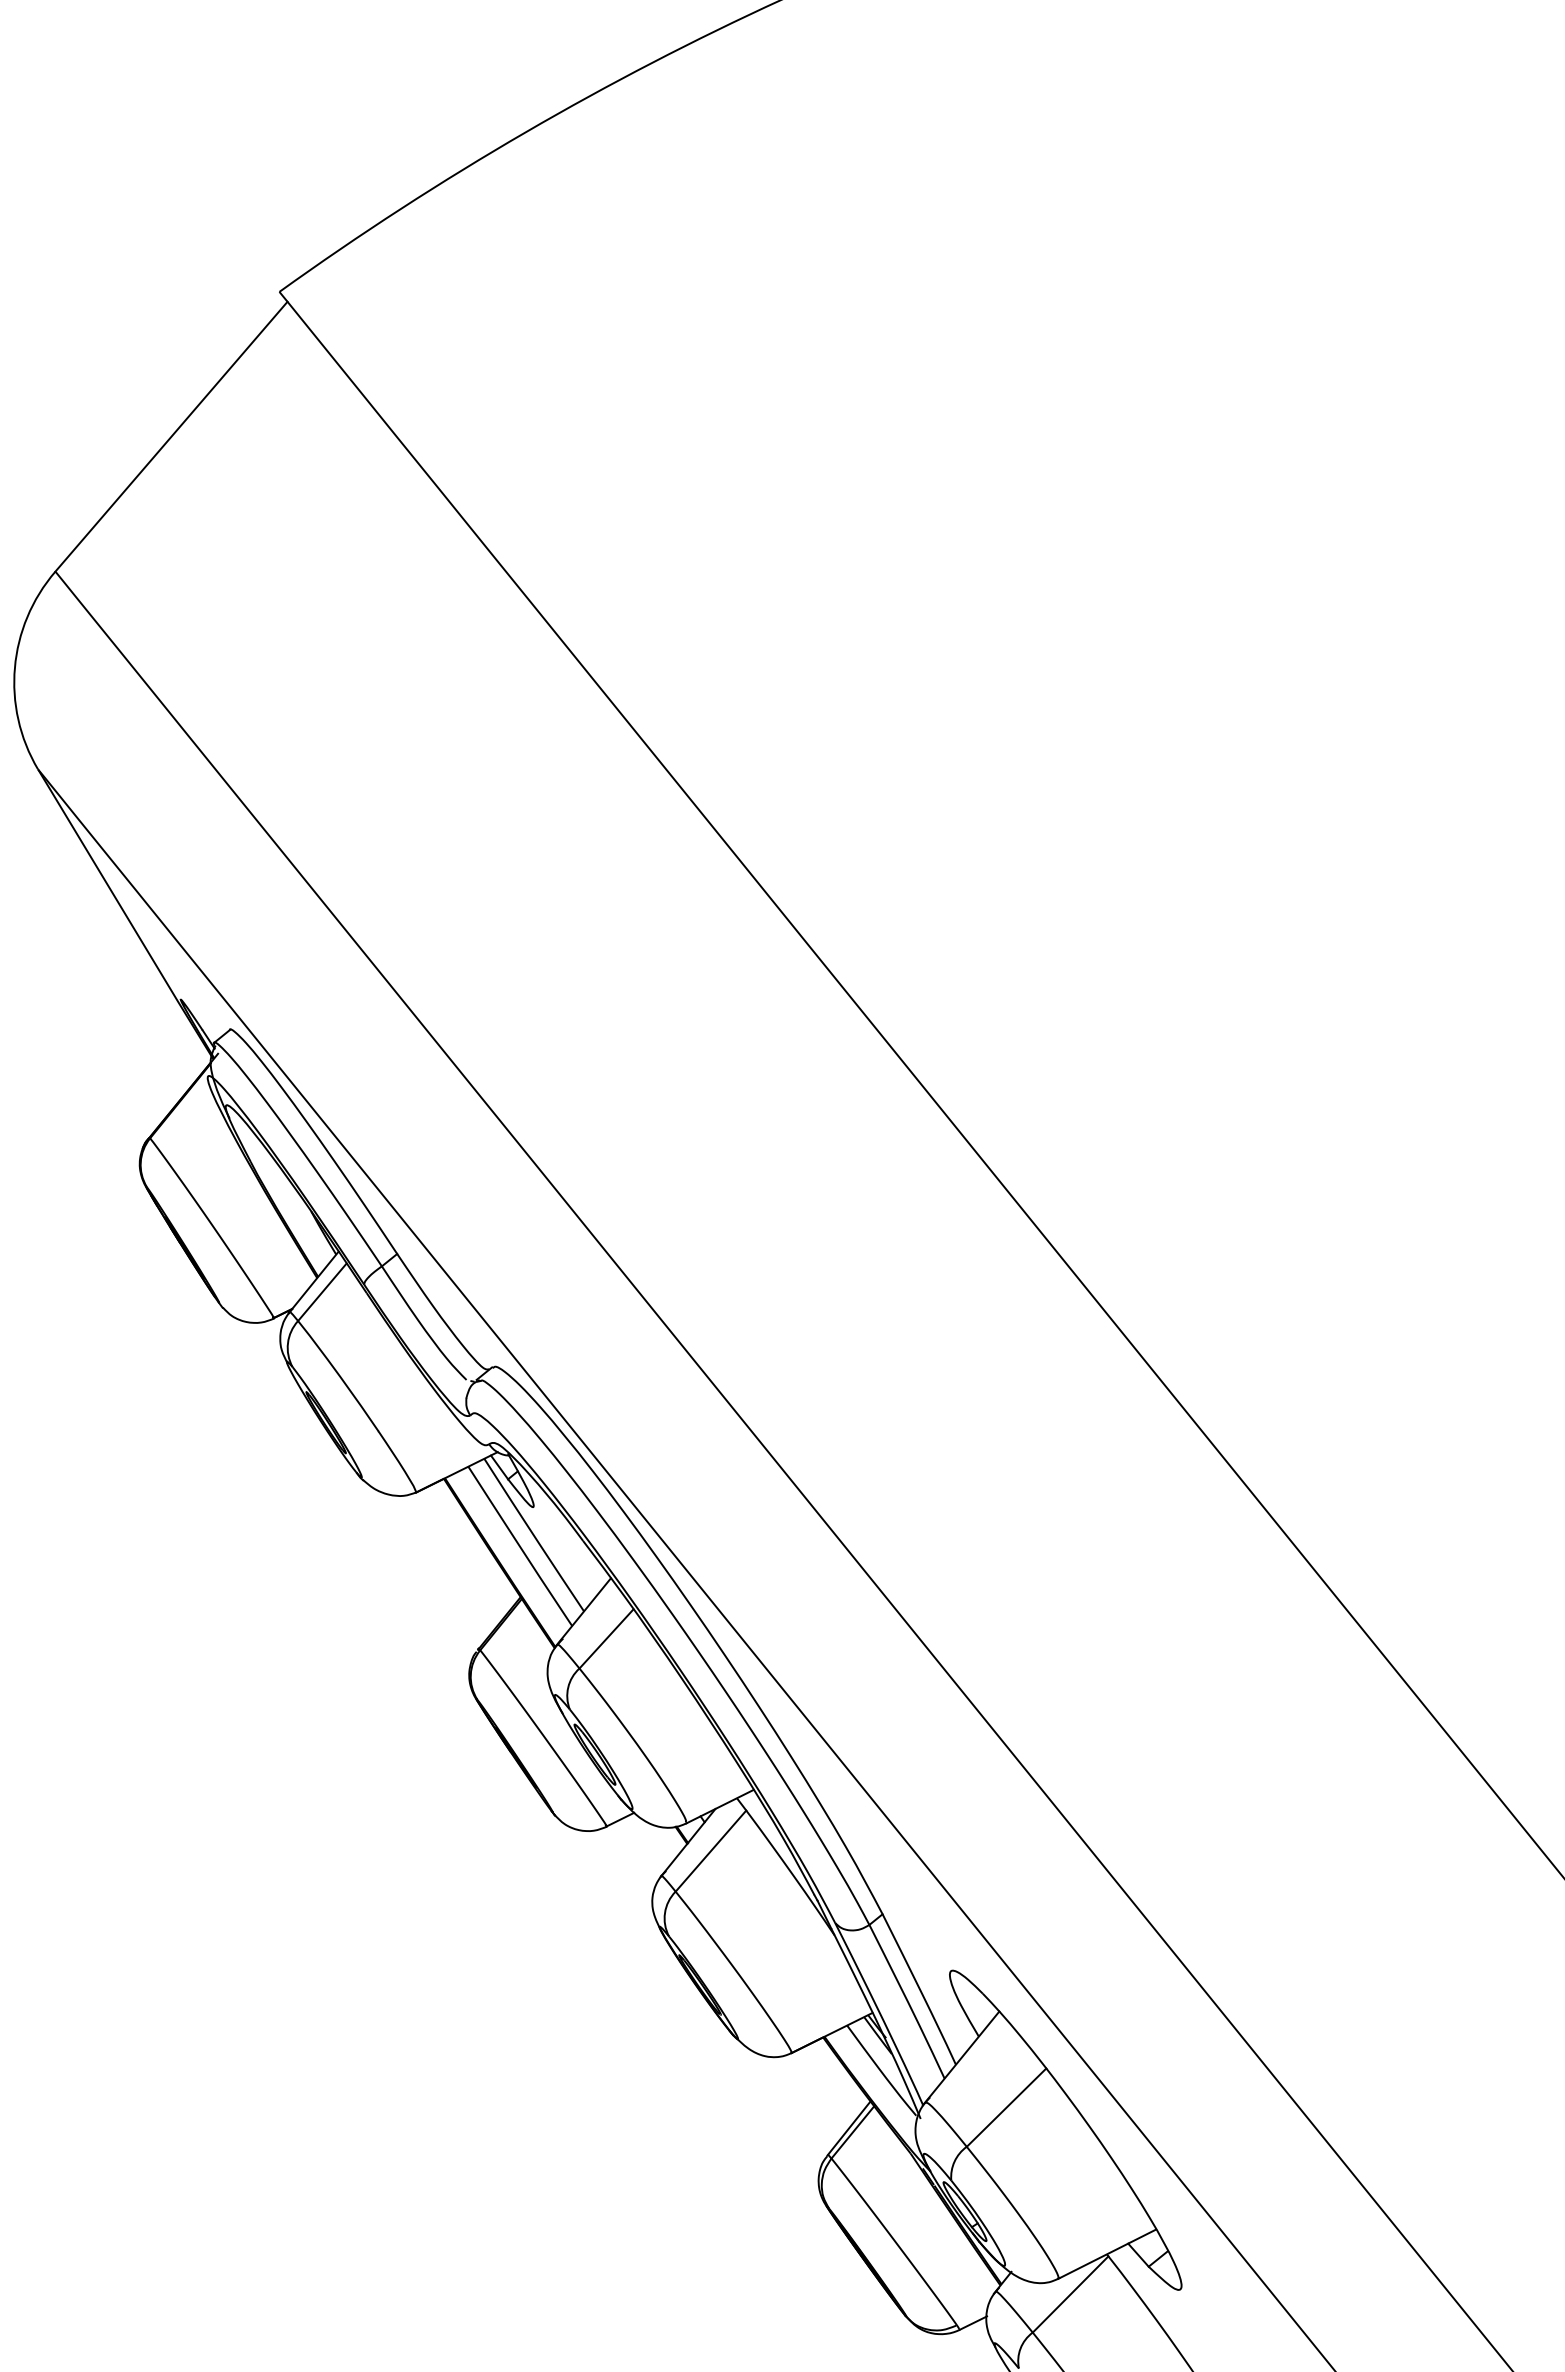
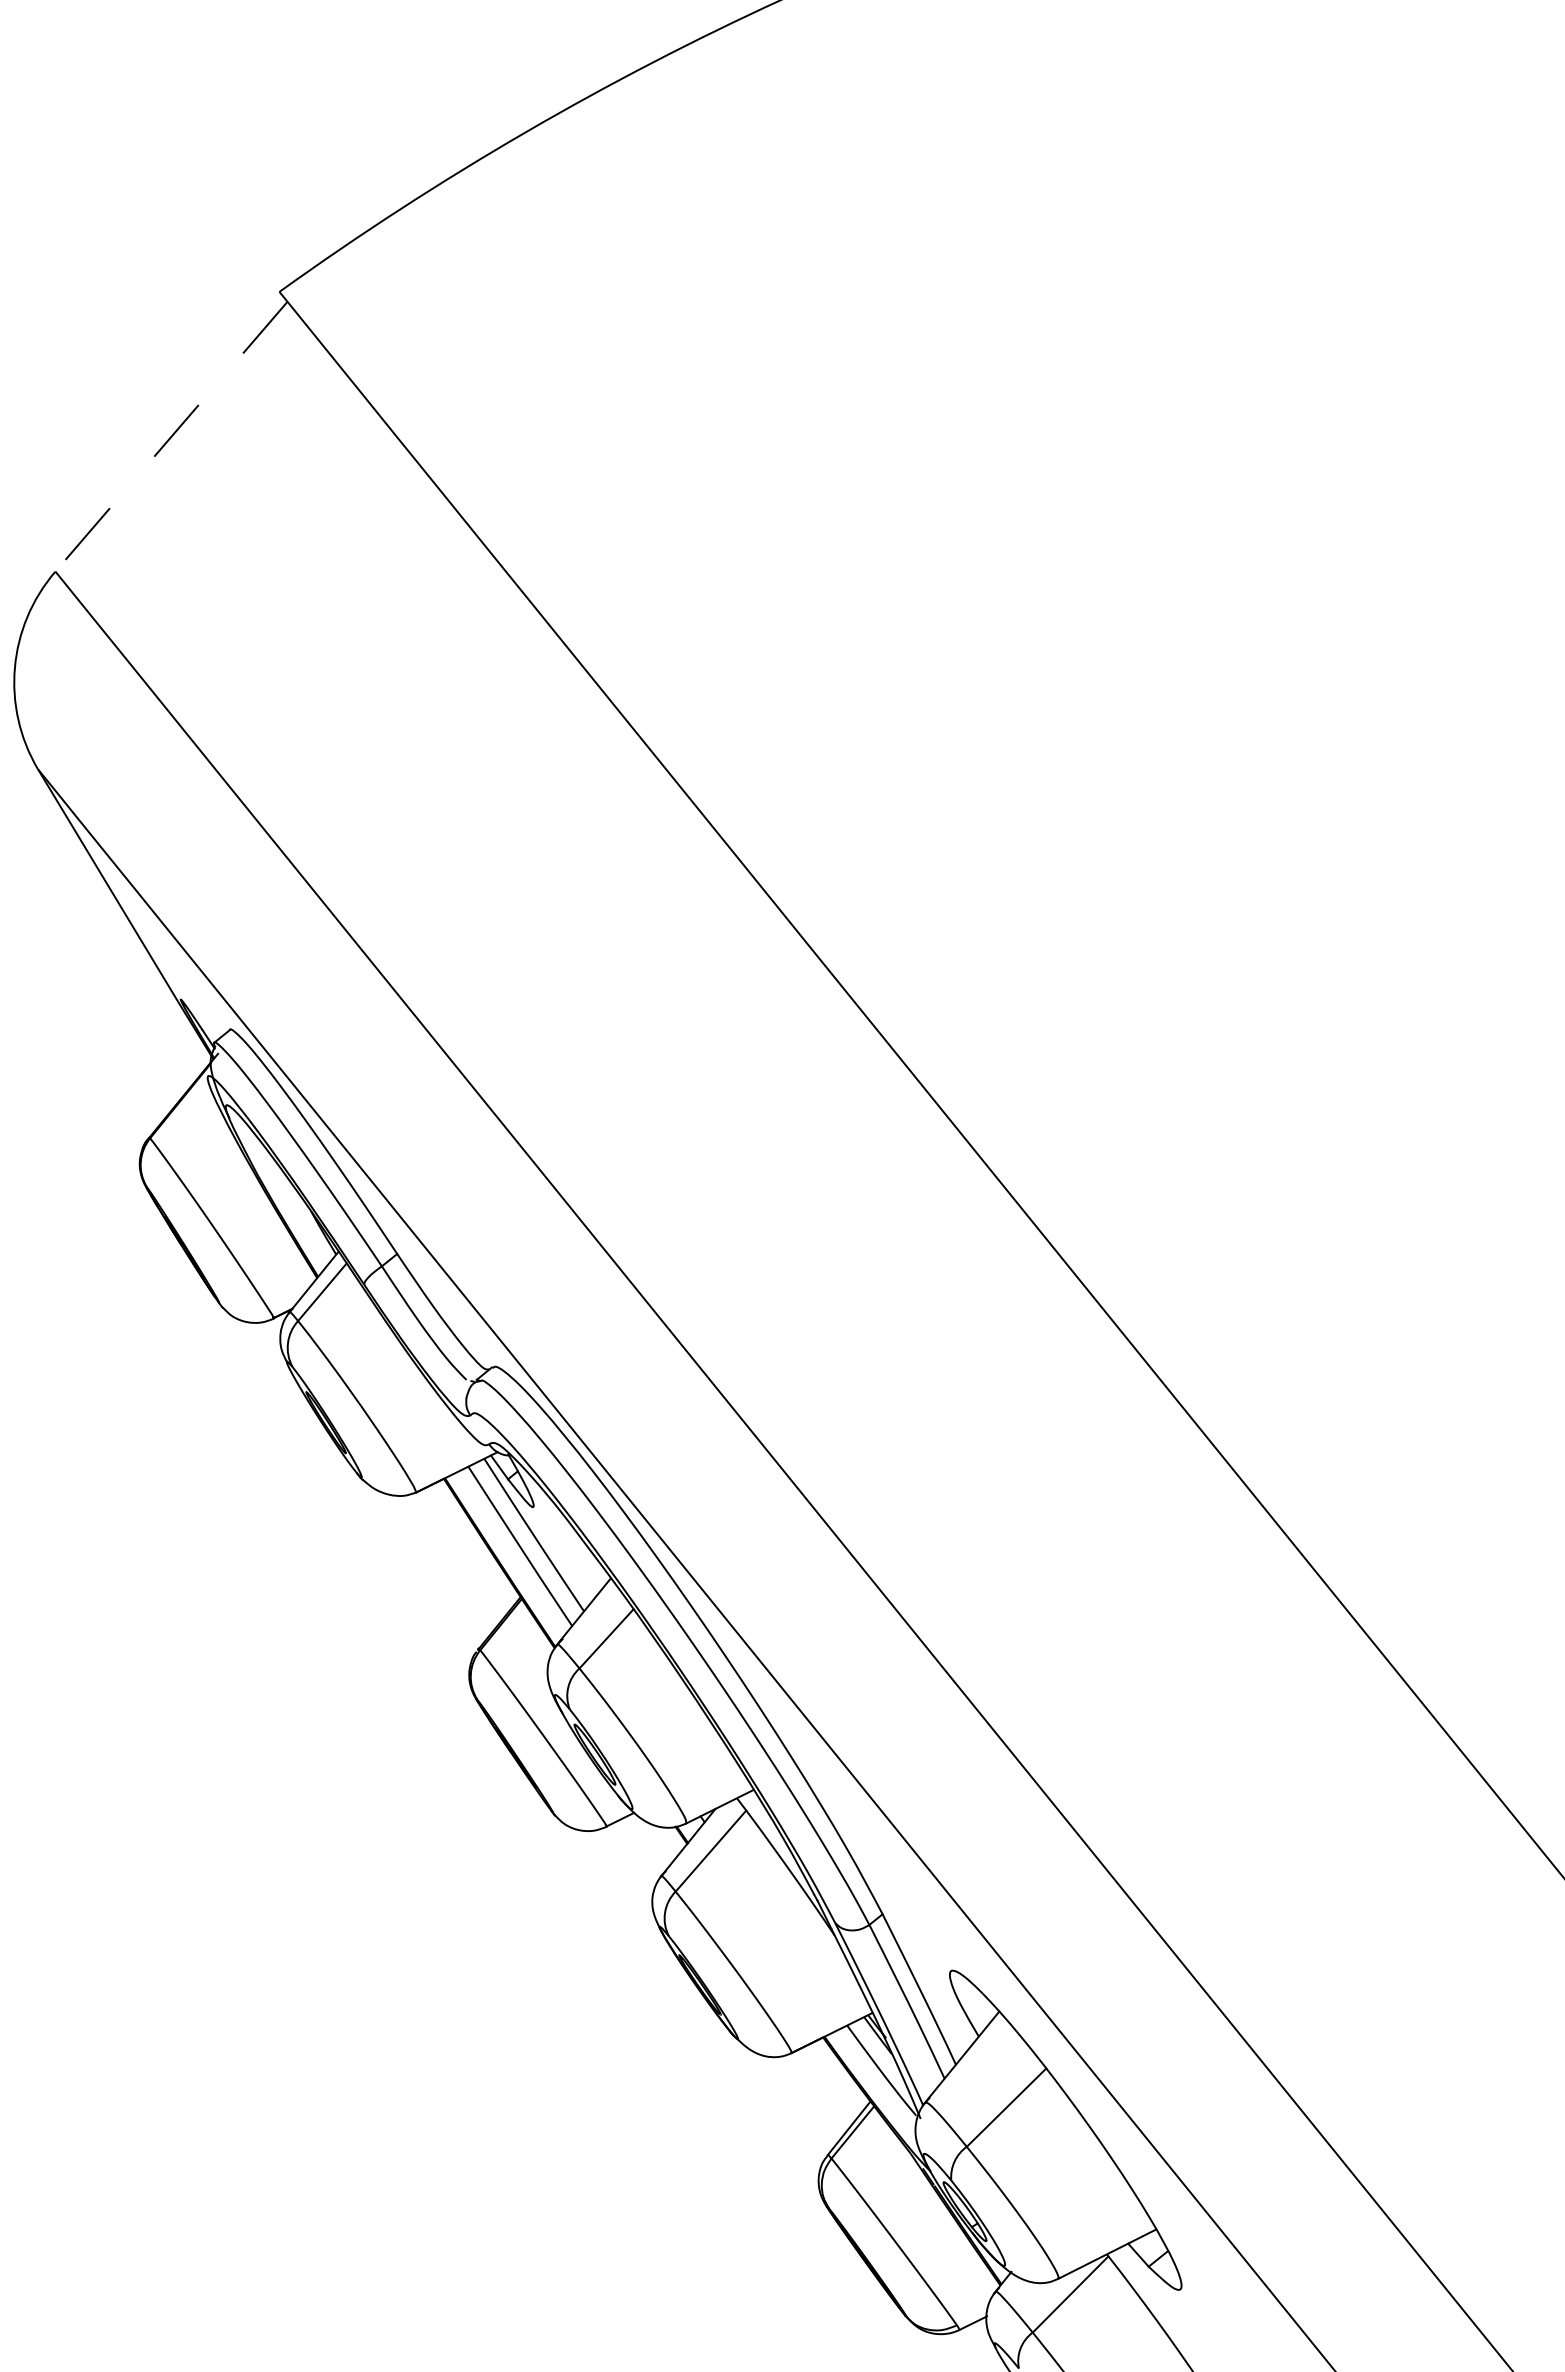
line at (171, 436): solid -> dashed
